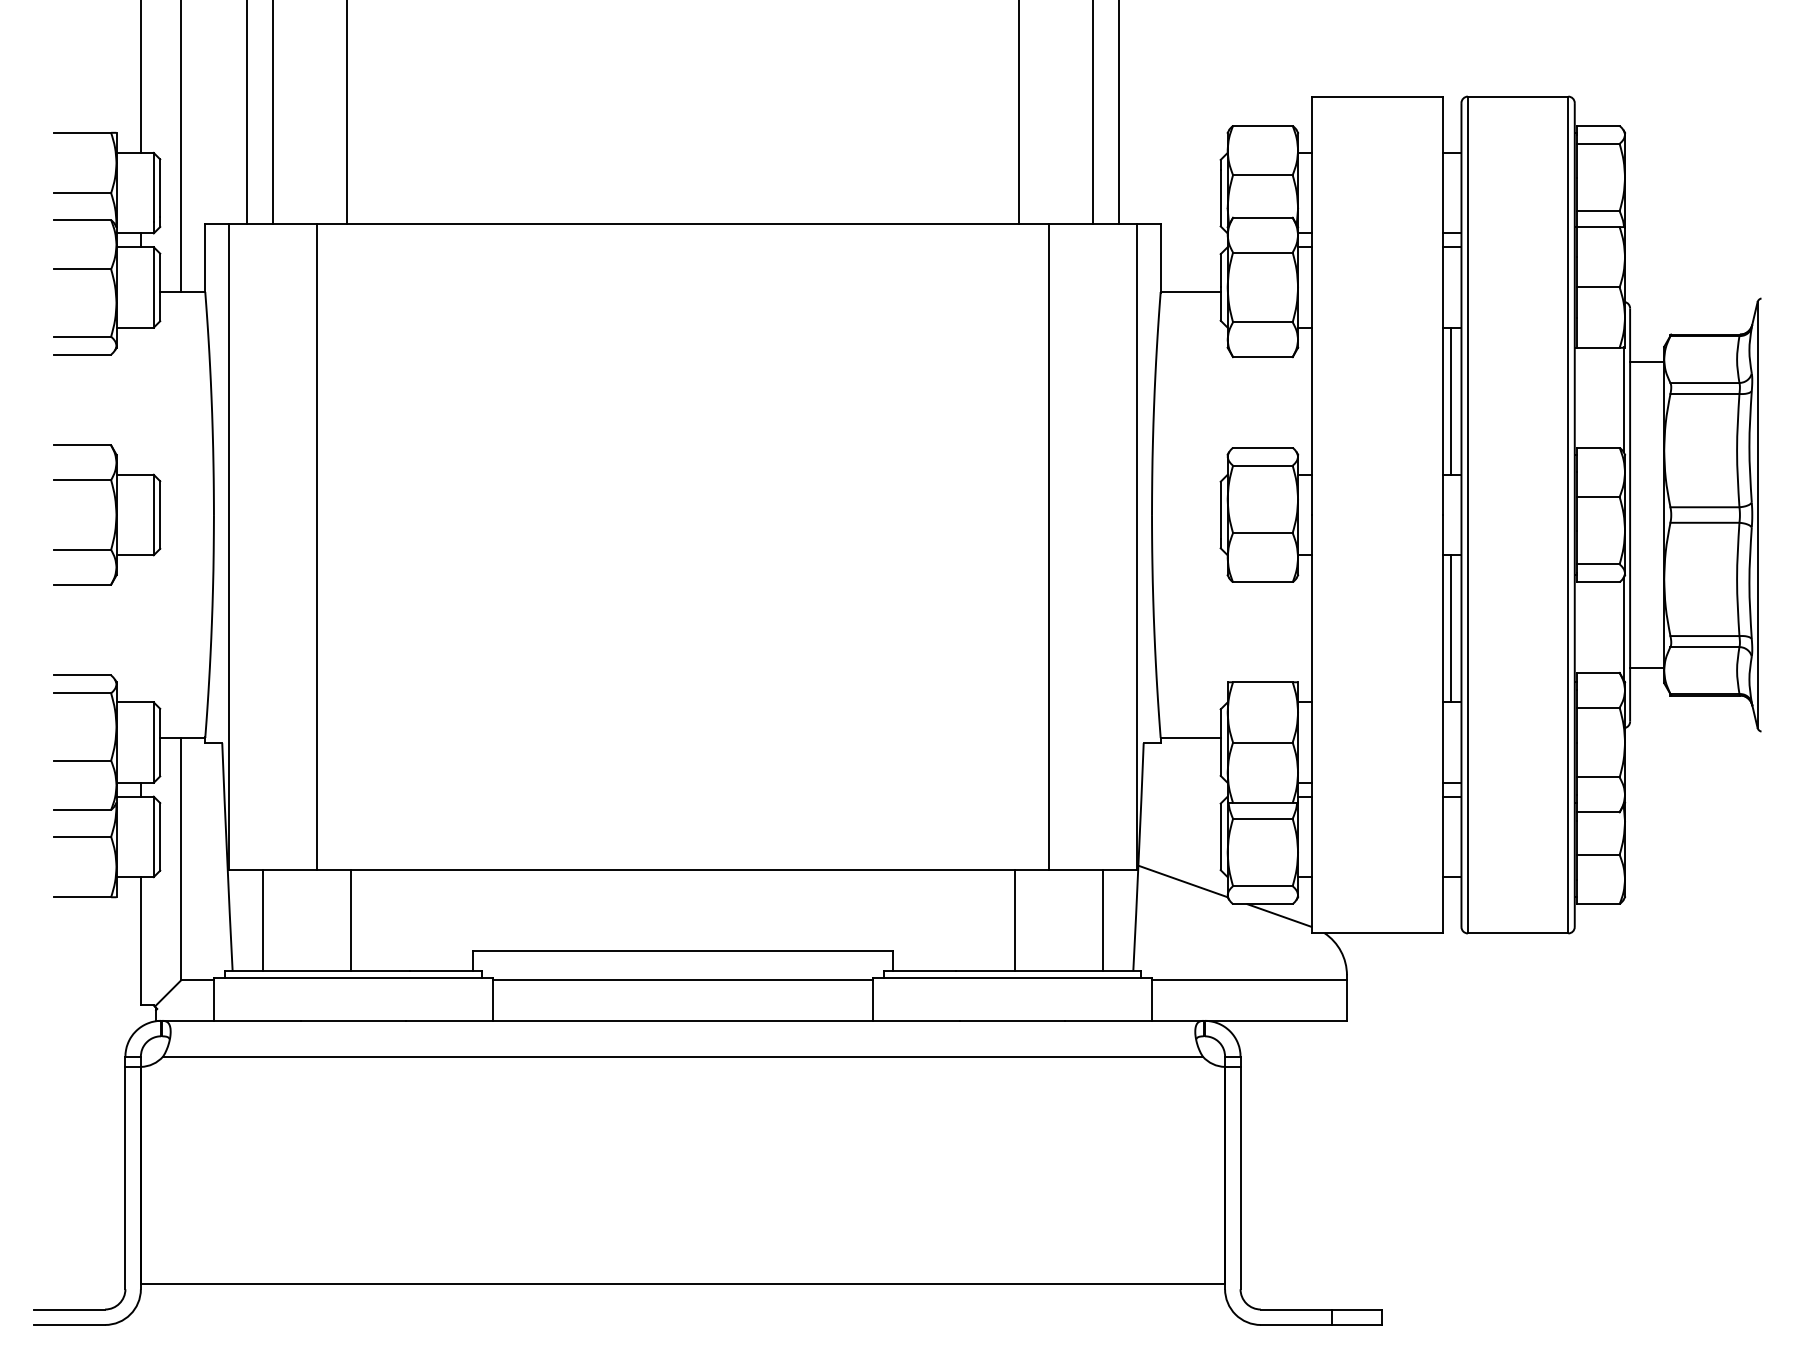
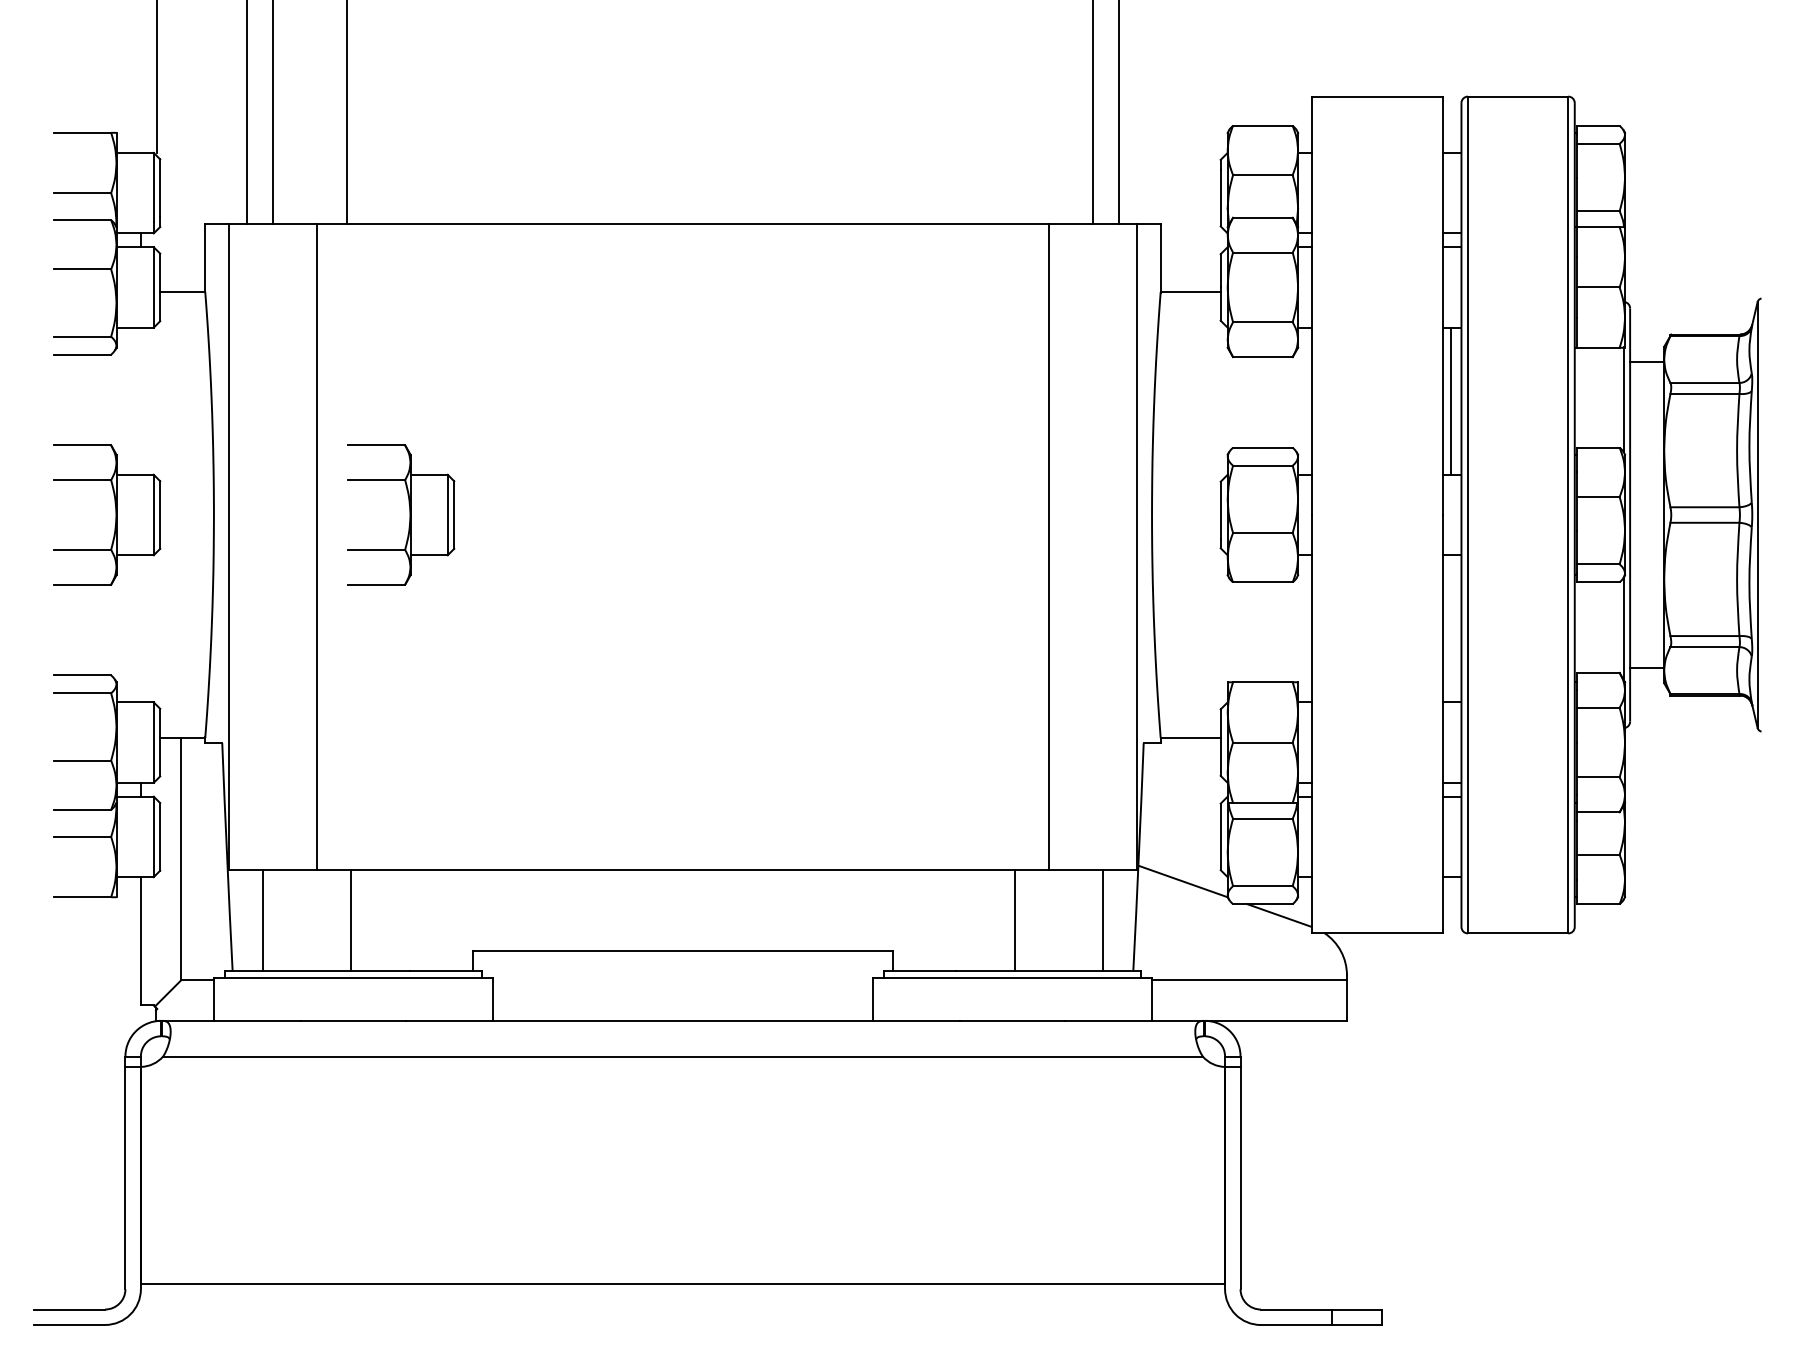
line at (140, 77) position: (140, 77) -> (156, 77)
line at (1018, 112): present -> none
line at (181, 147): present -> none
part at (409, 514): none -> present
line at (1451, 628): present -> none
line at (682, 980): present -> none
